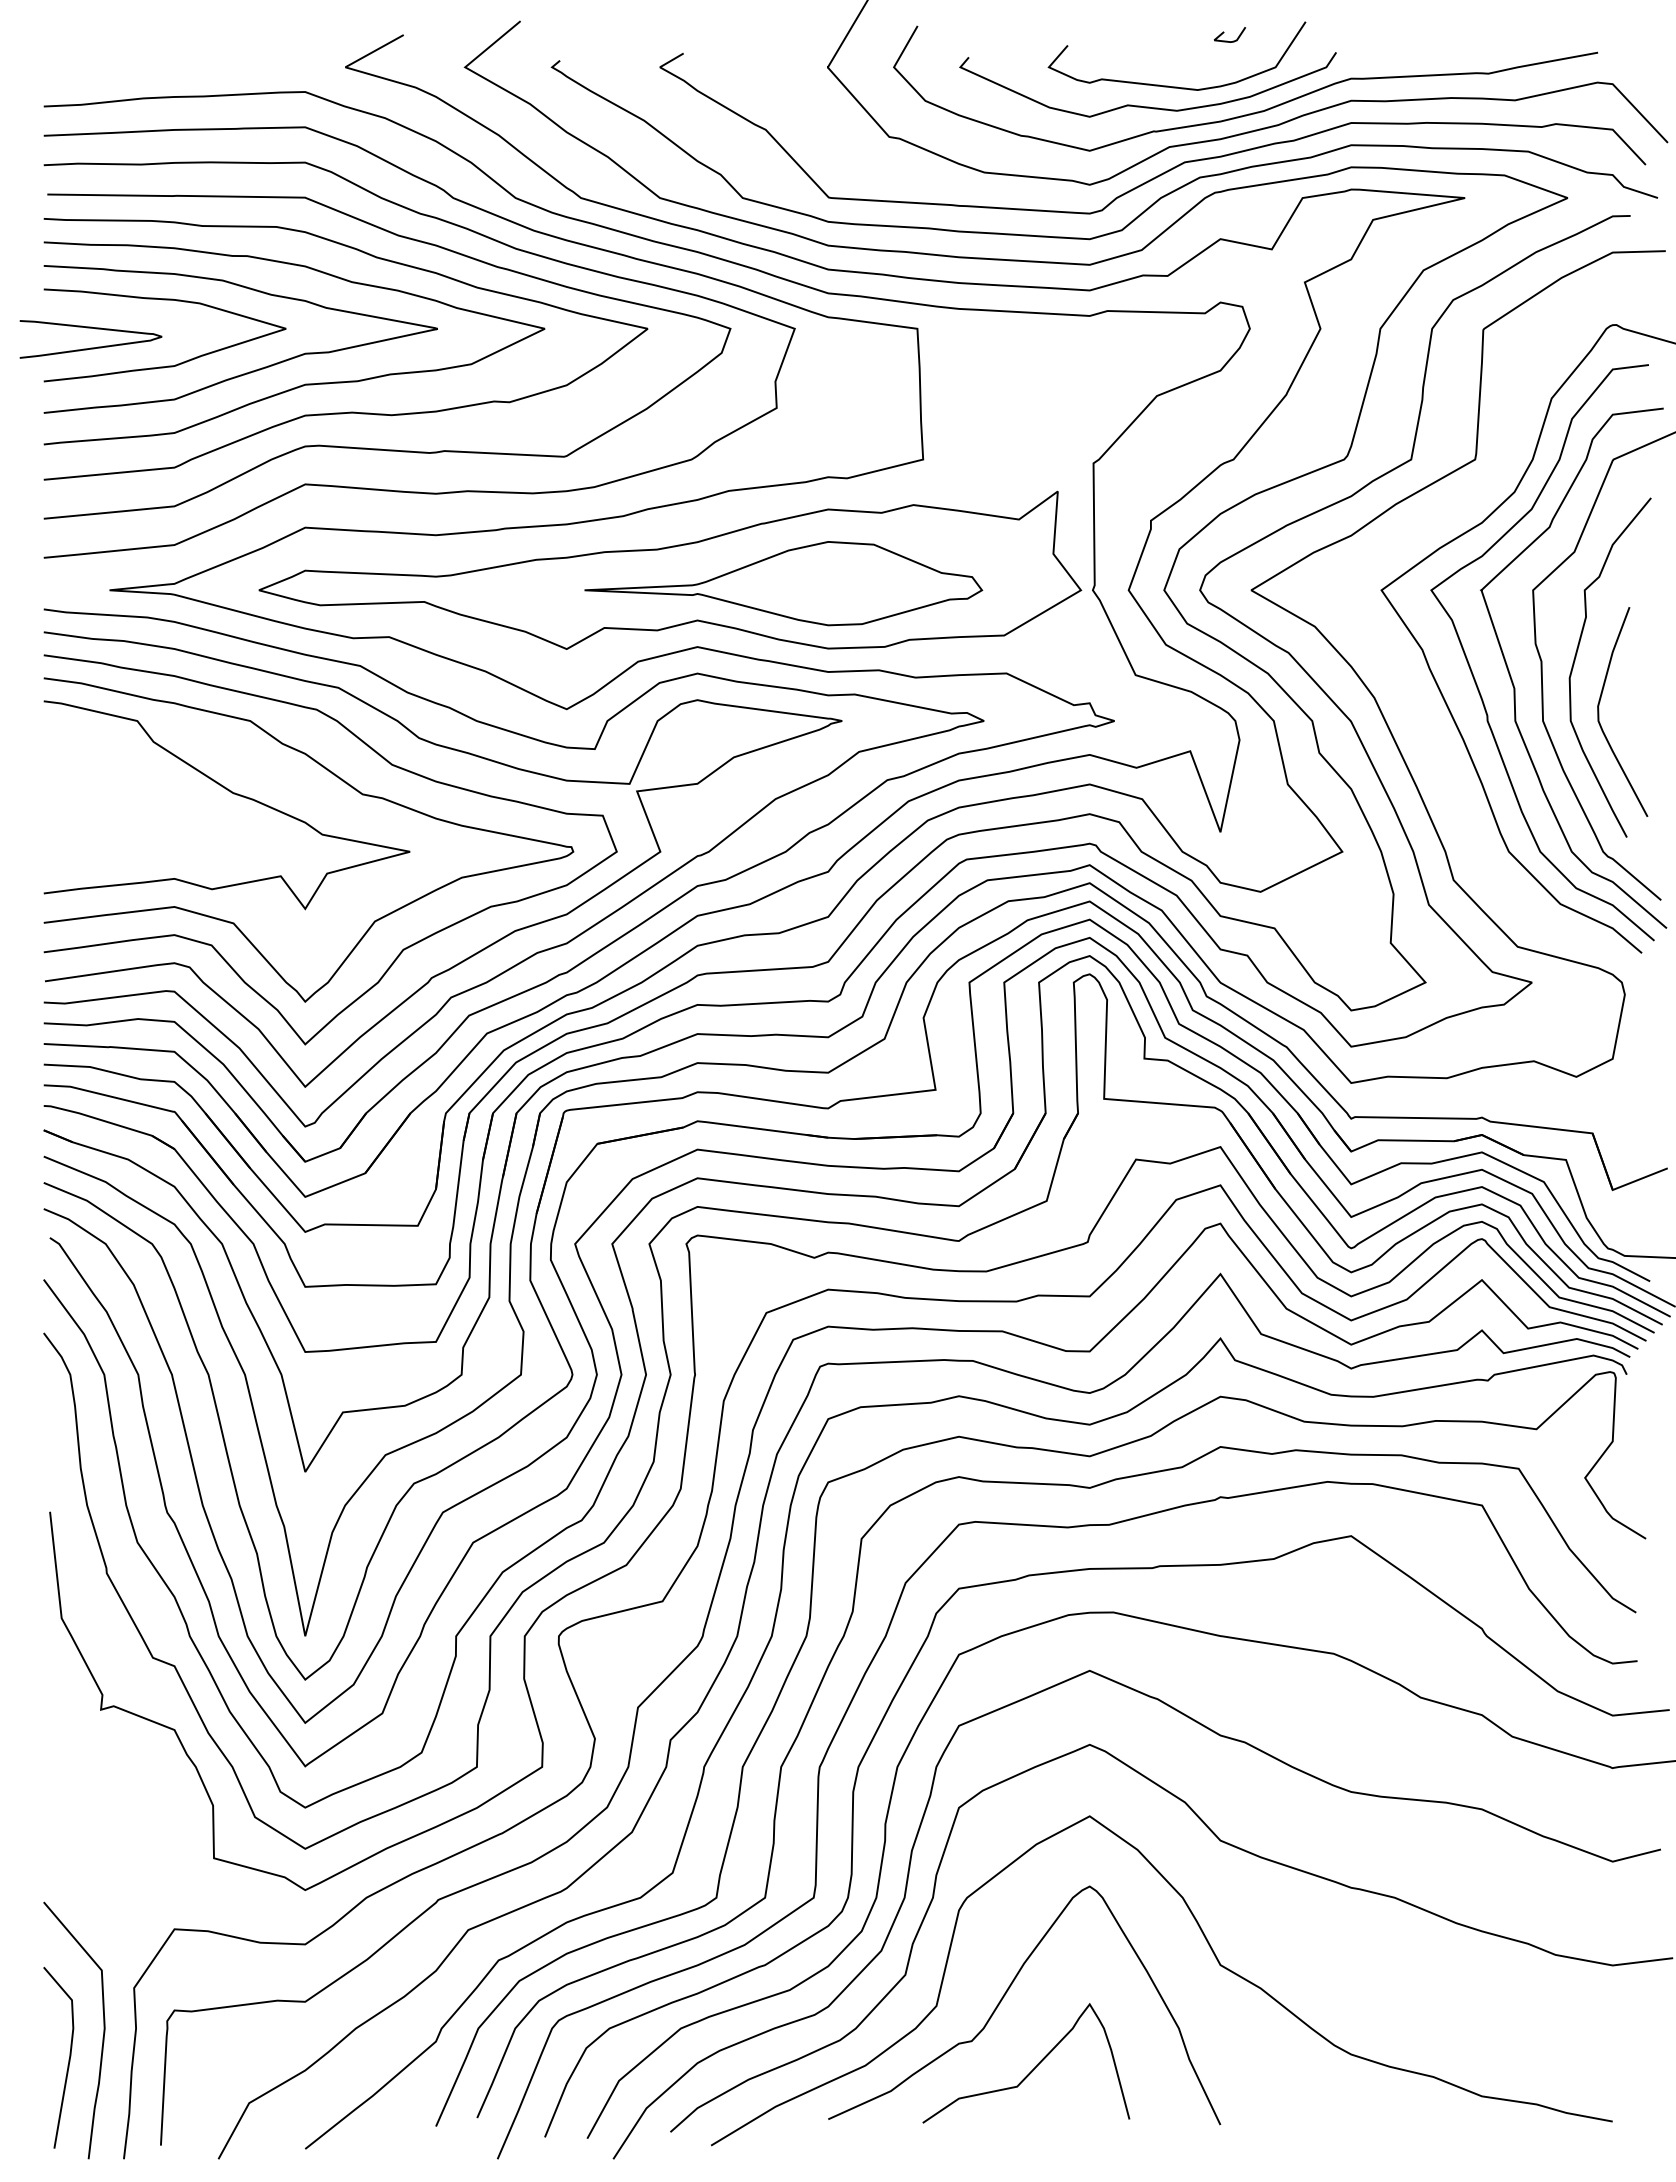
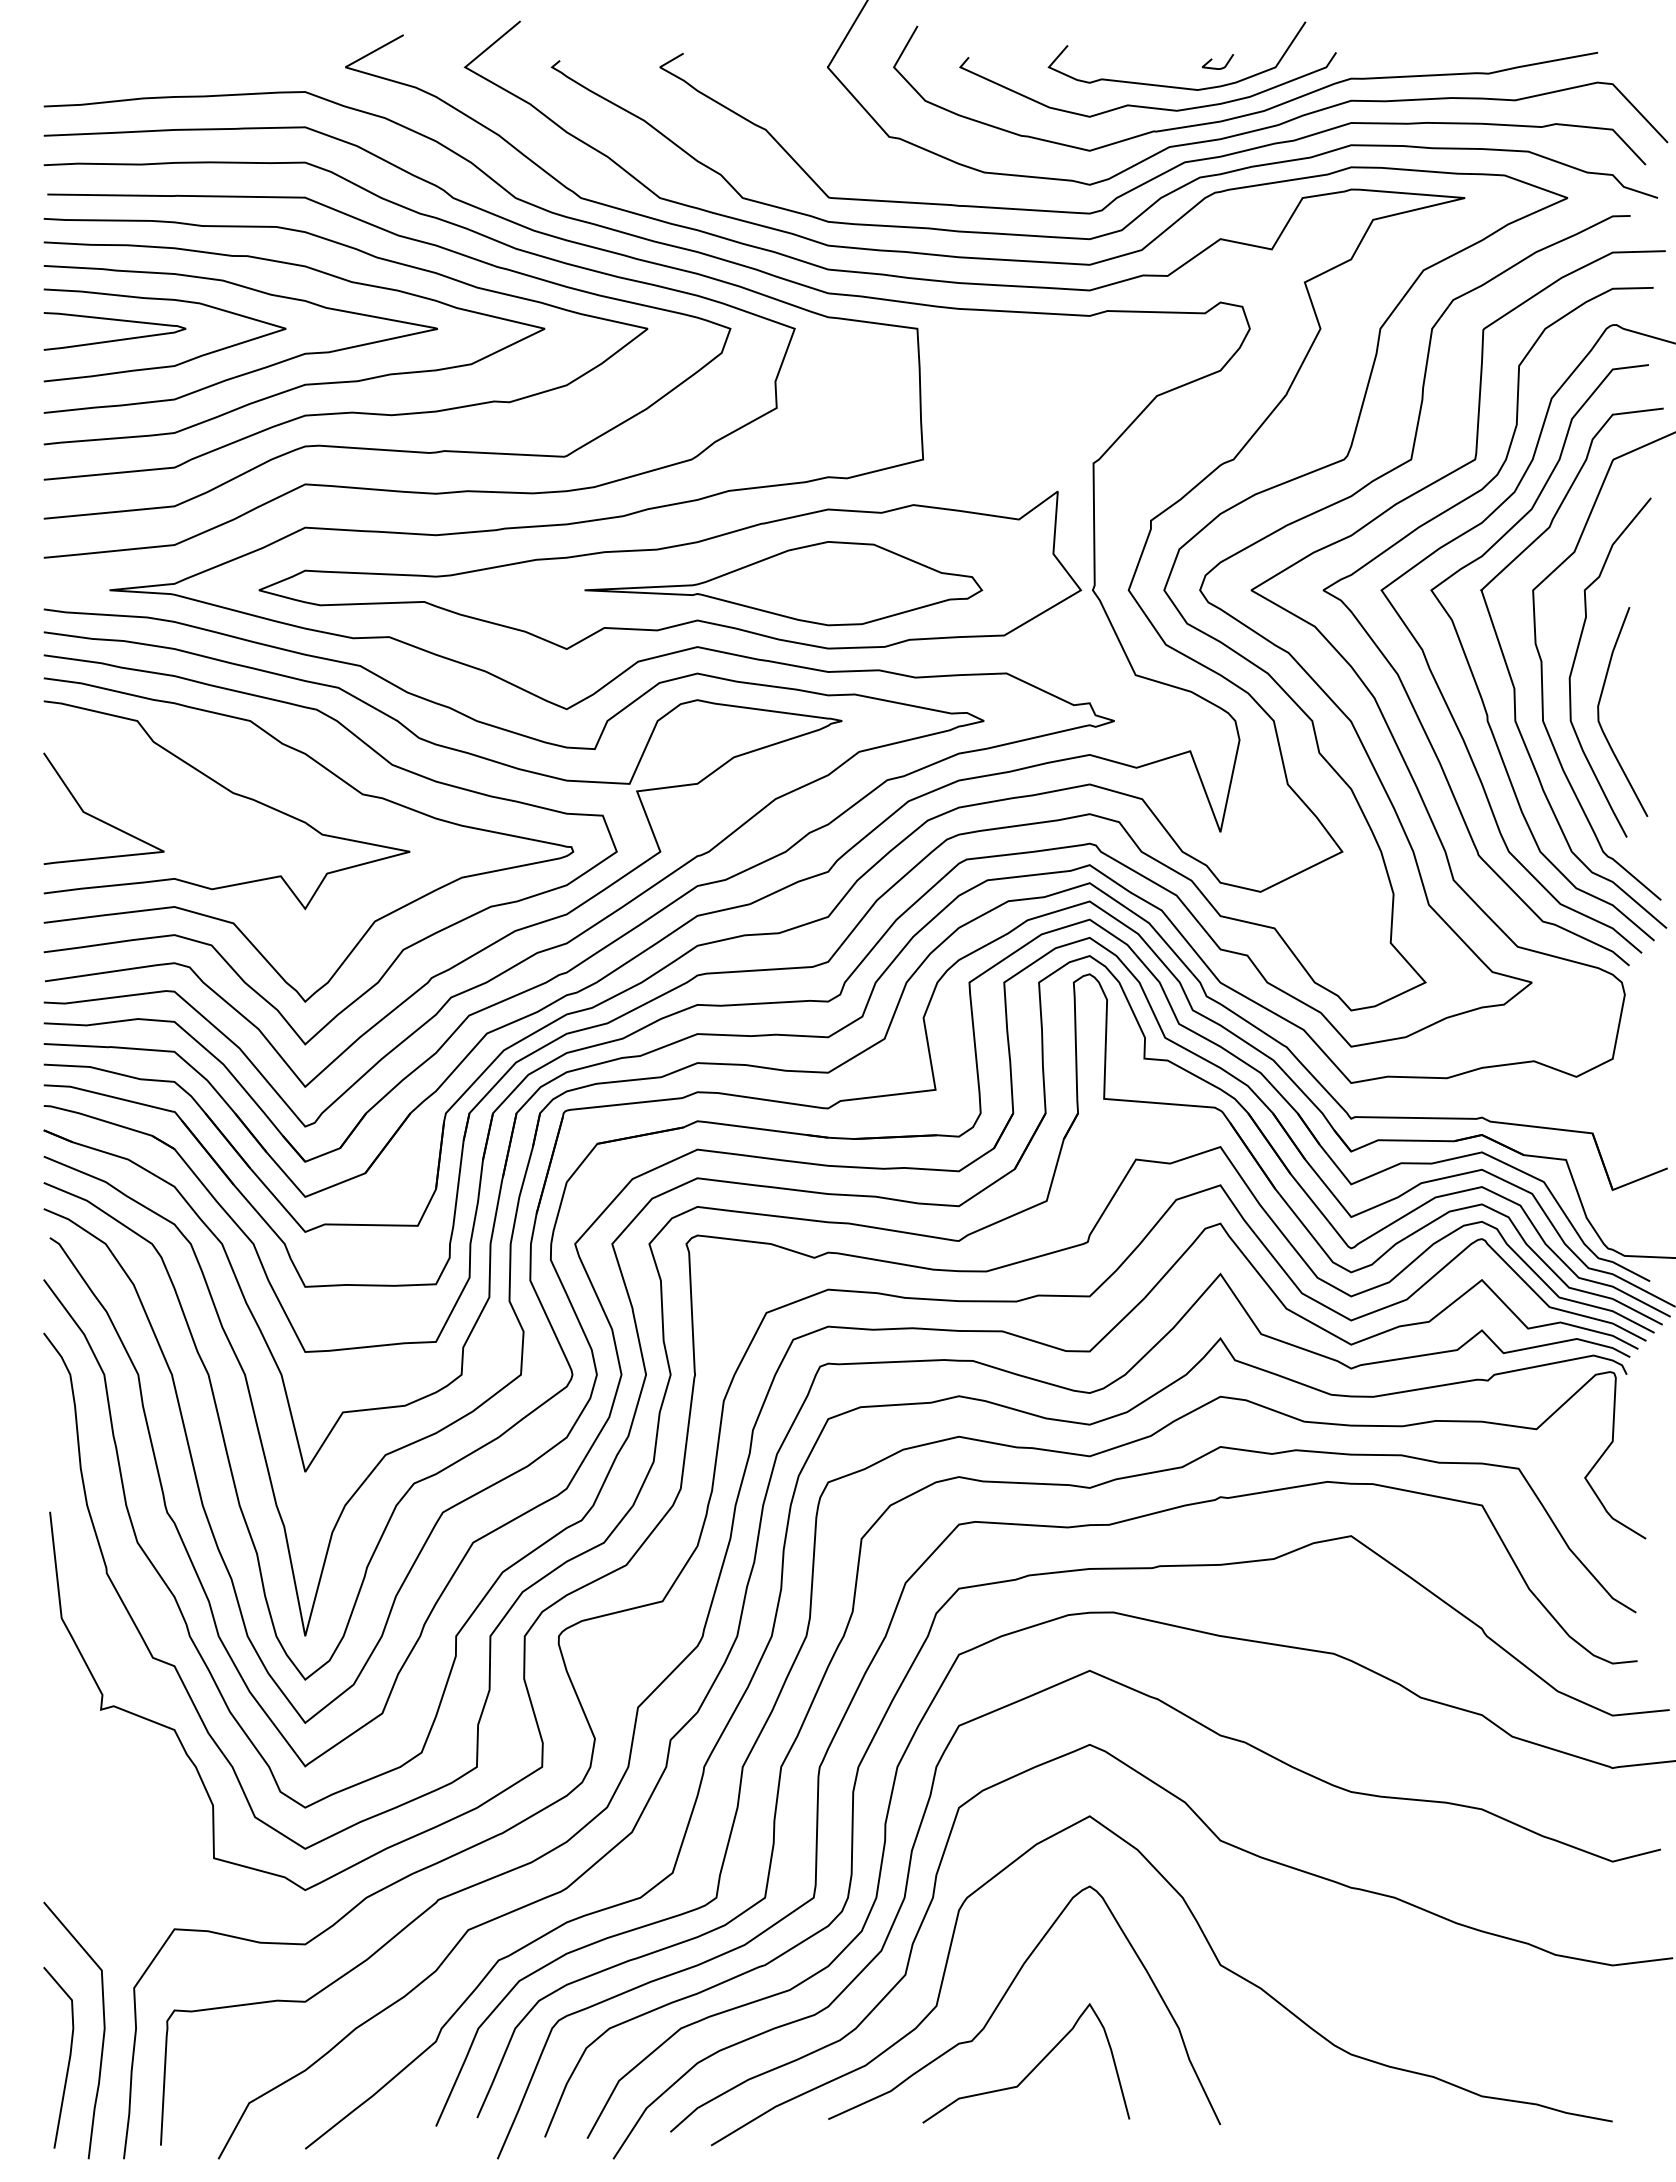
curve at (1224, 32) position: (1224, 32) -> (1212, 59)
curve at (90, 347) position: (90, 347) -> (114, 339)
curve at (1398, 673): none -> present
line at (99, 818): none -> present
